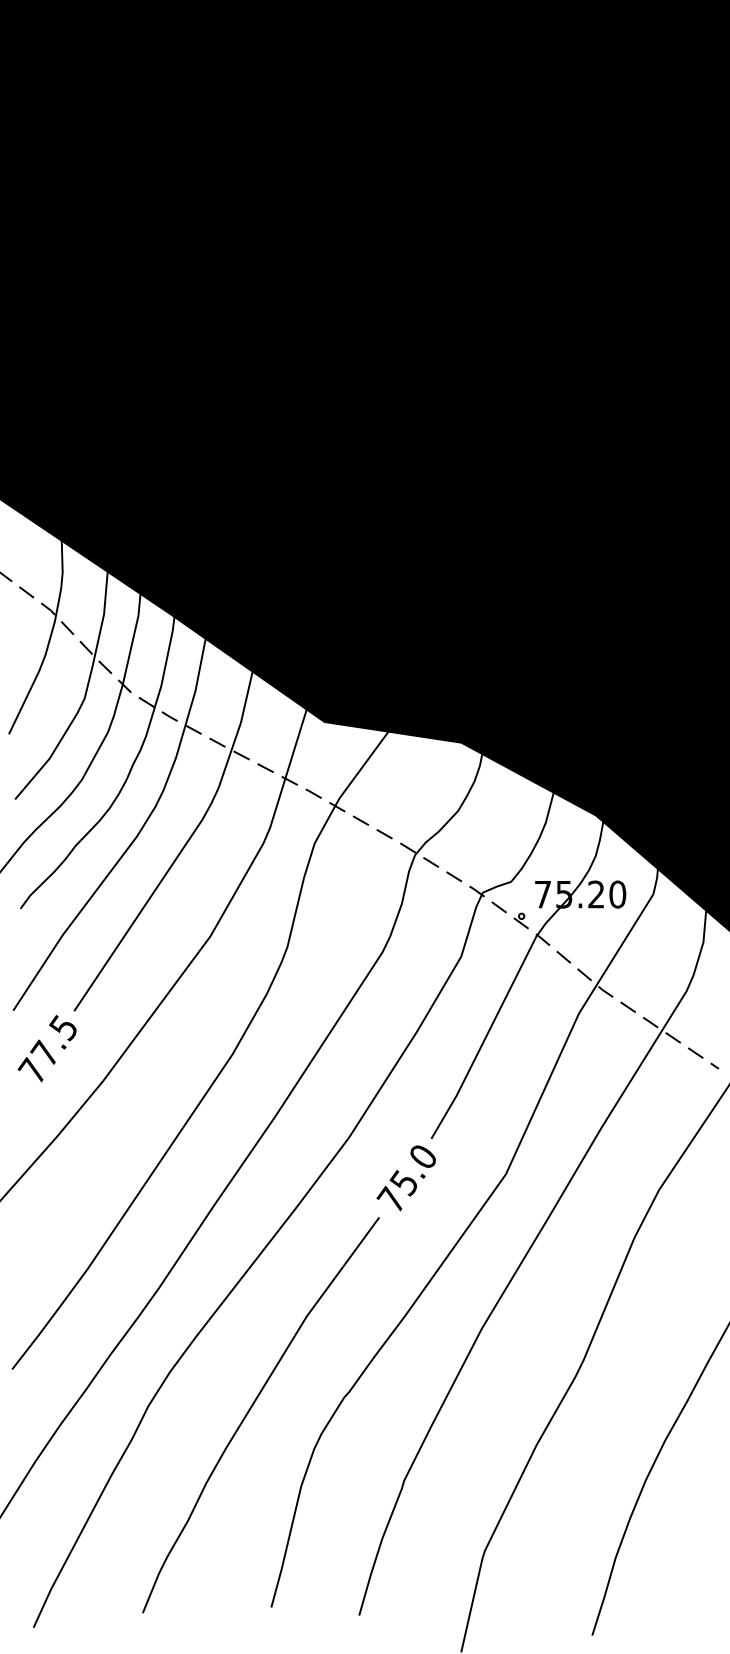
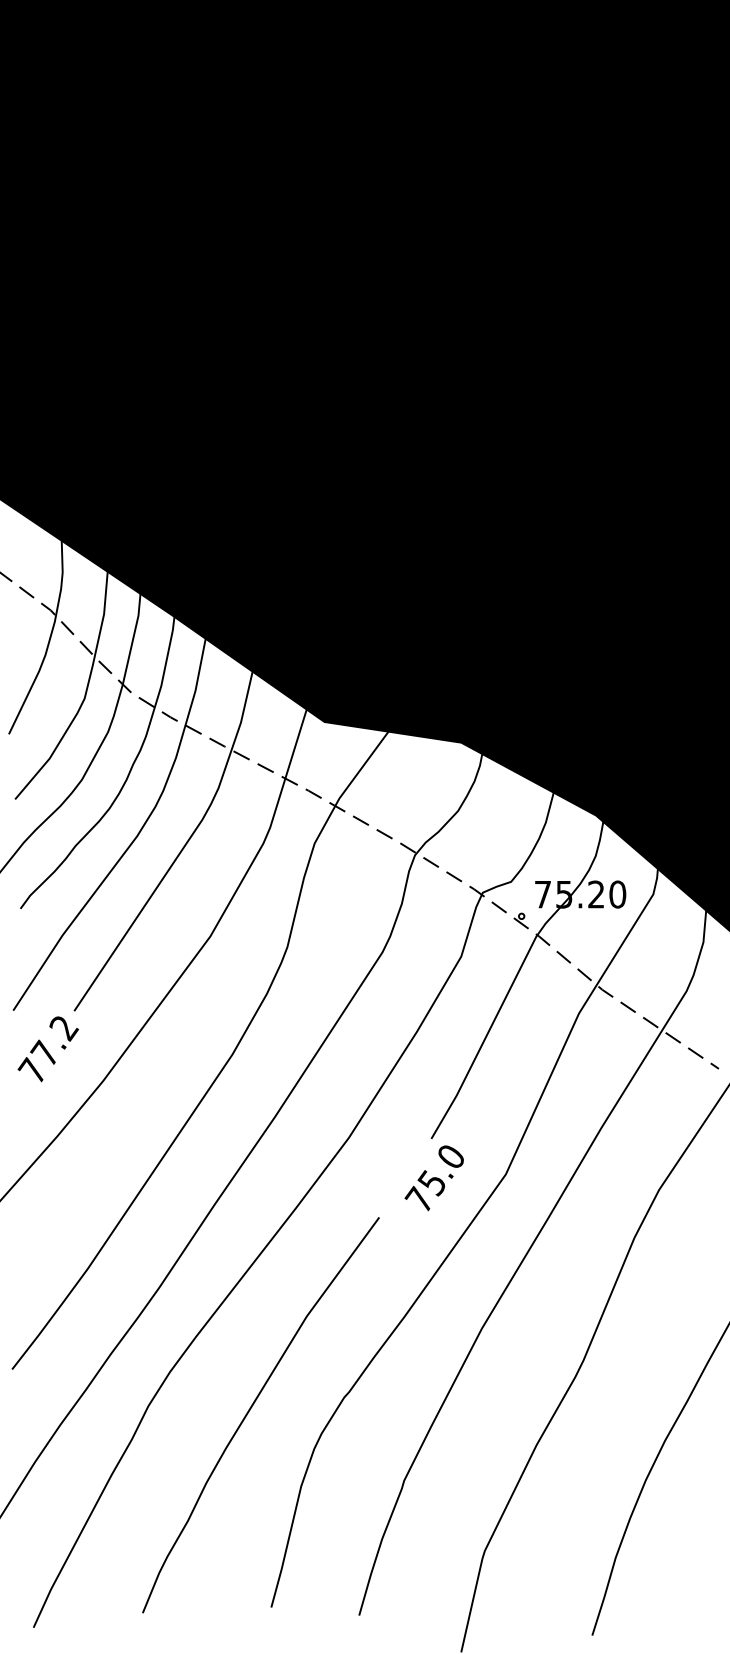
text at (64, 1028): 77.5 -> 77.2
text at (405, 1178) position: (405, 1178) -> (433, 1178)
